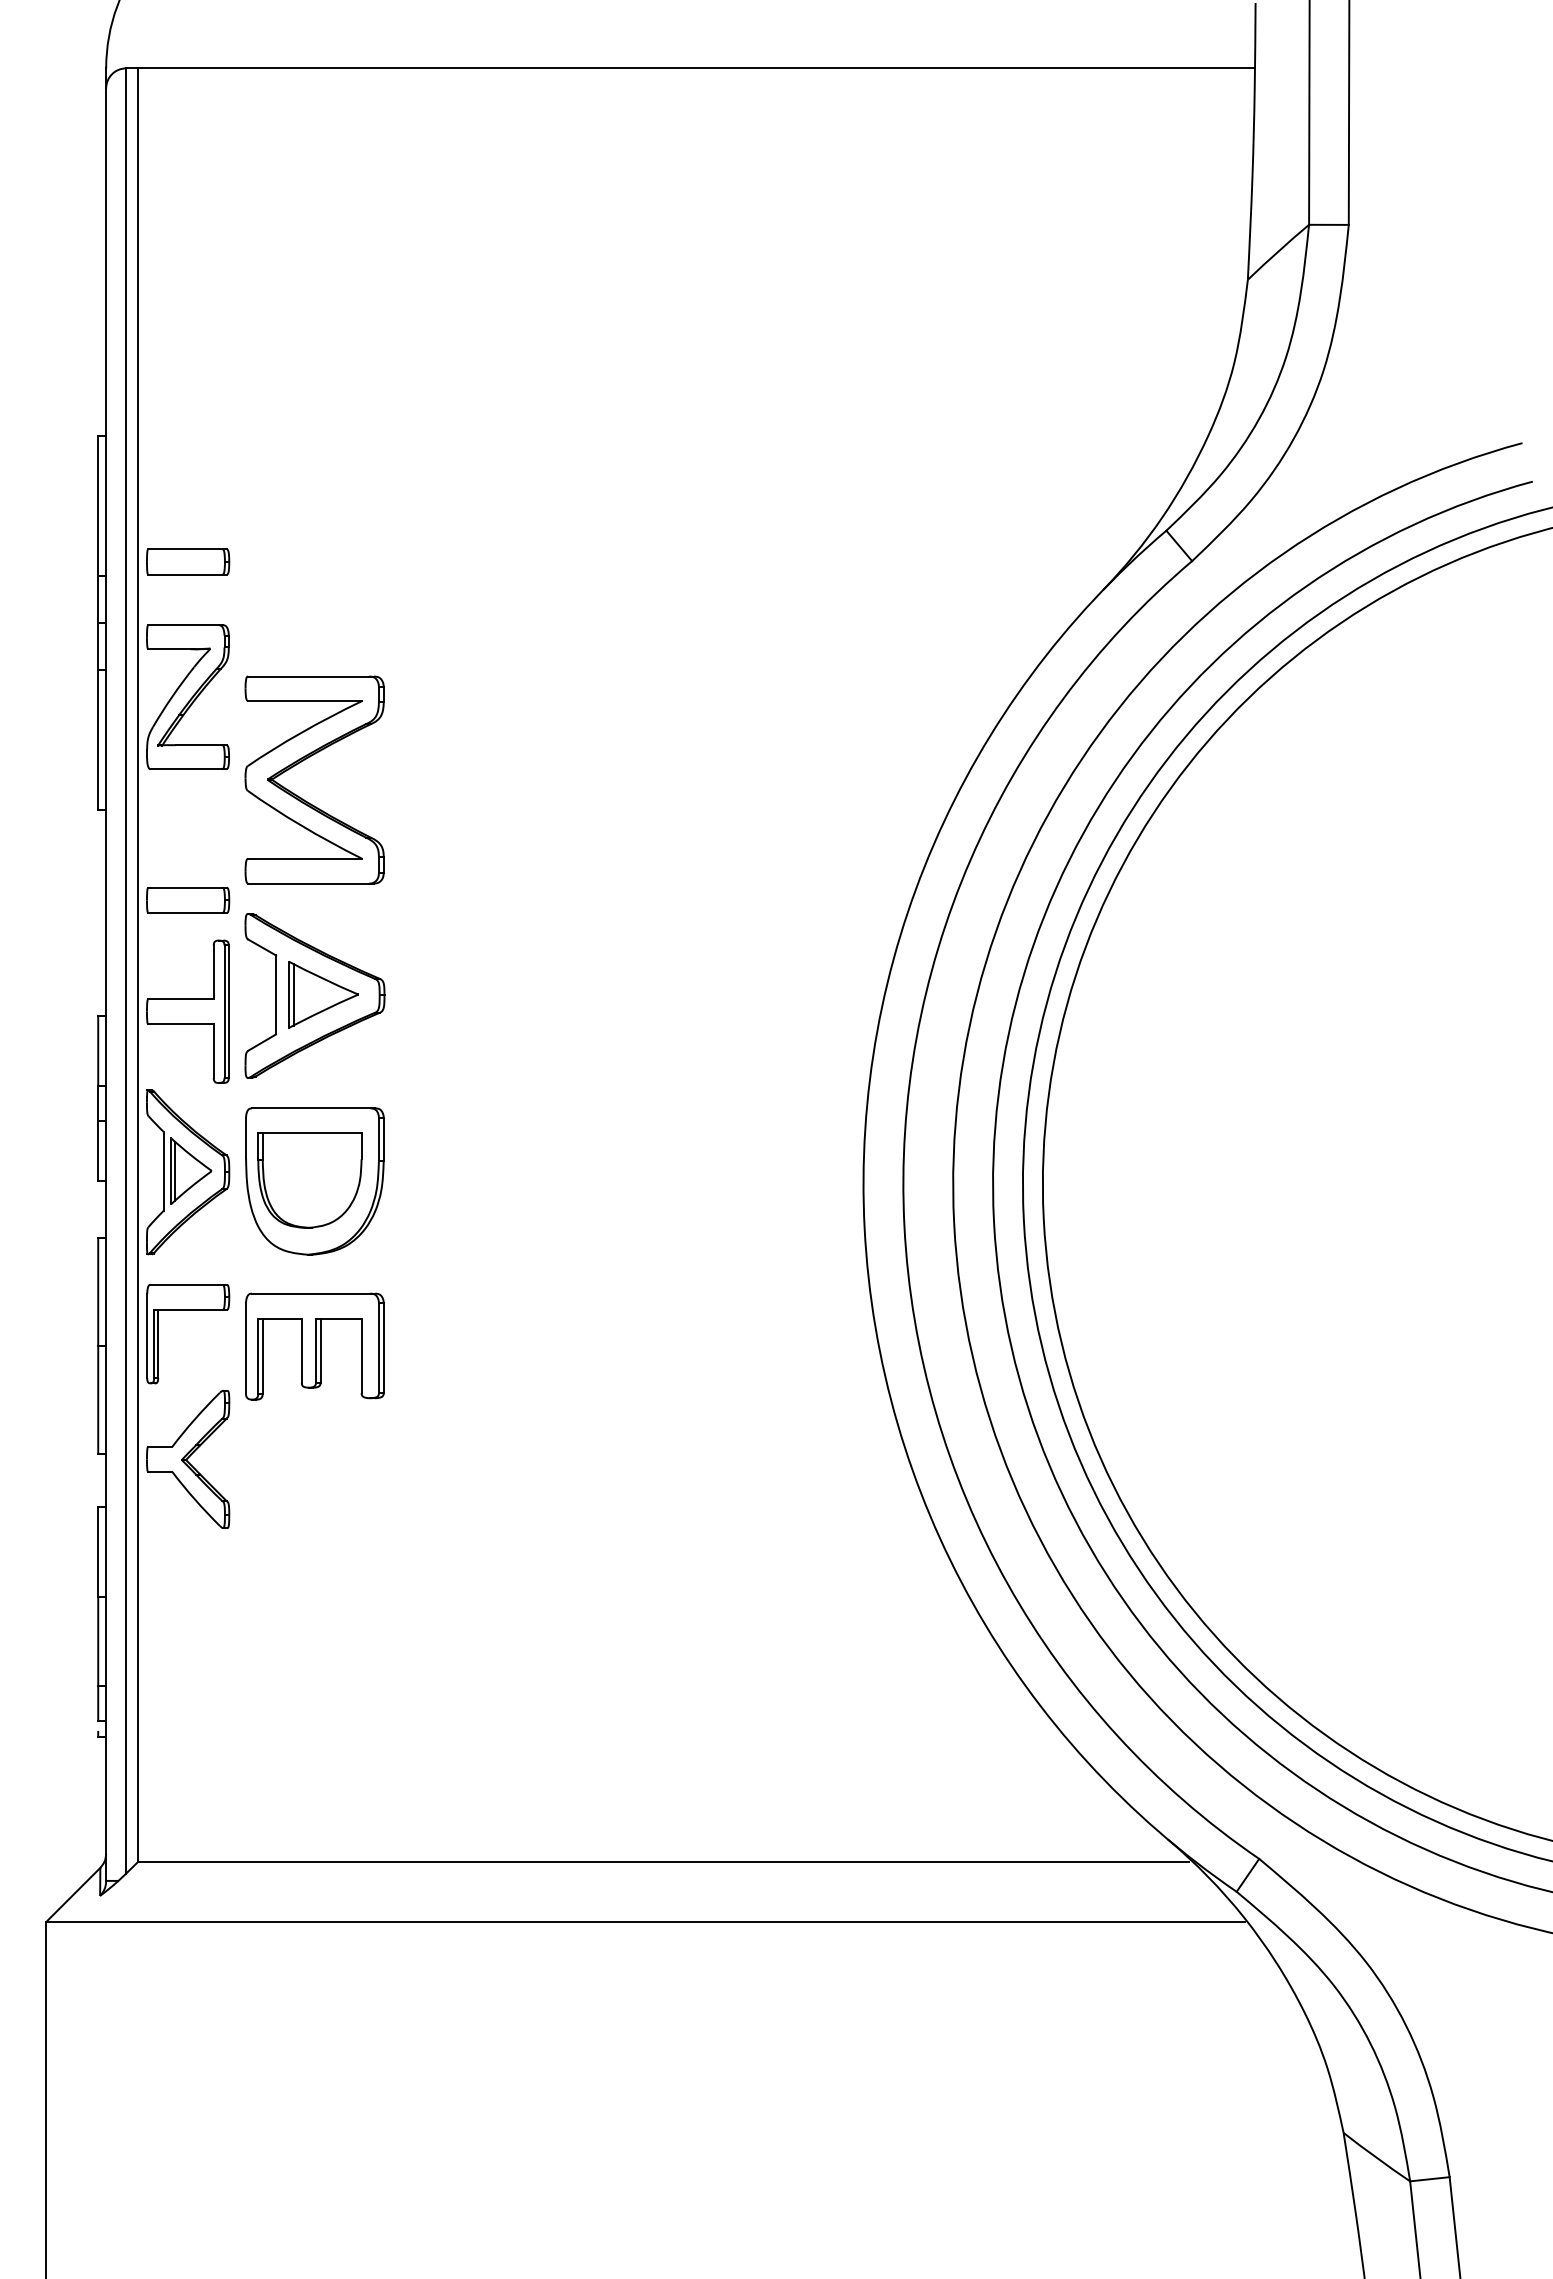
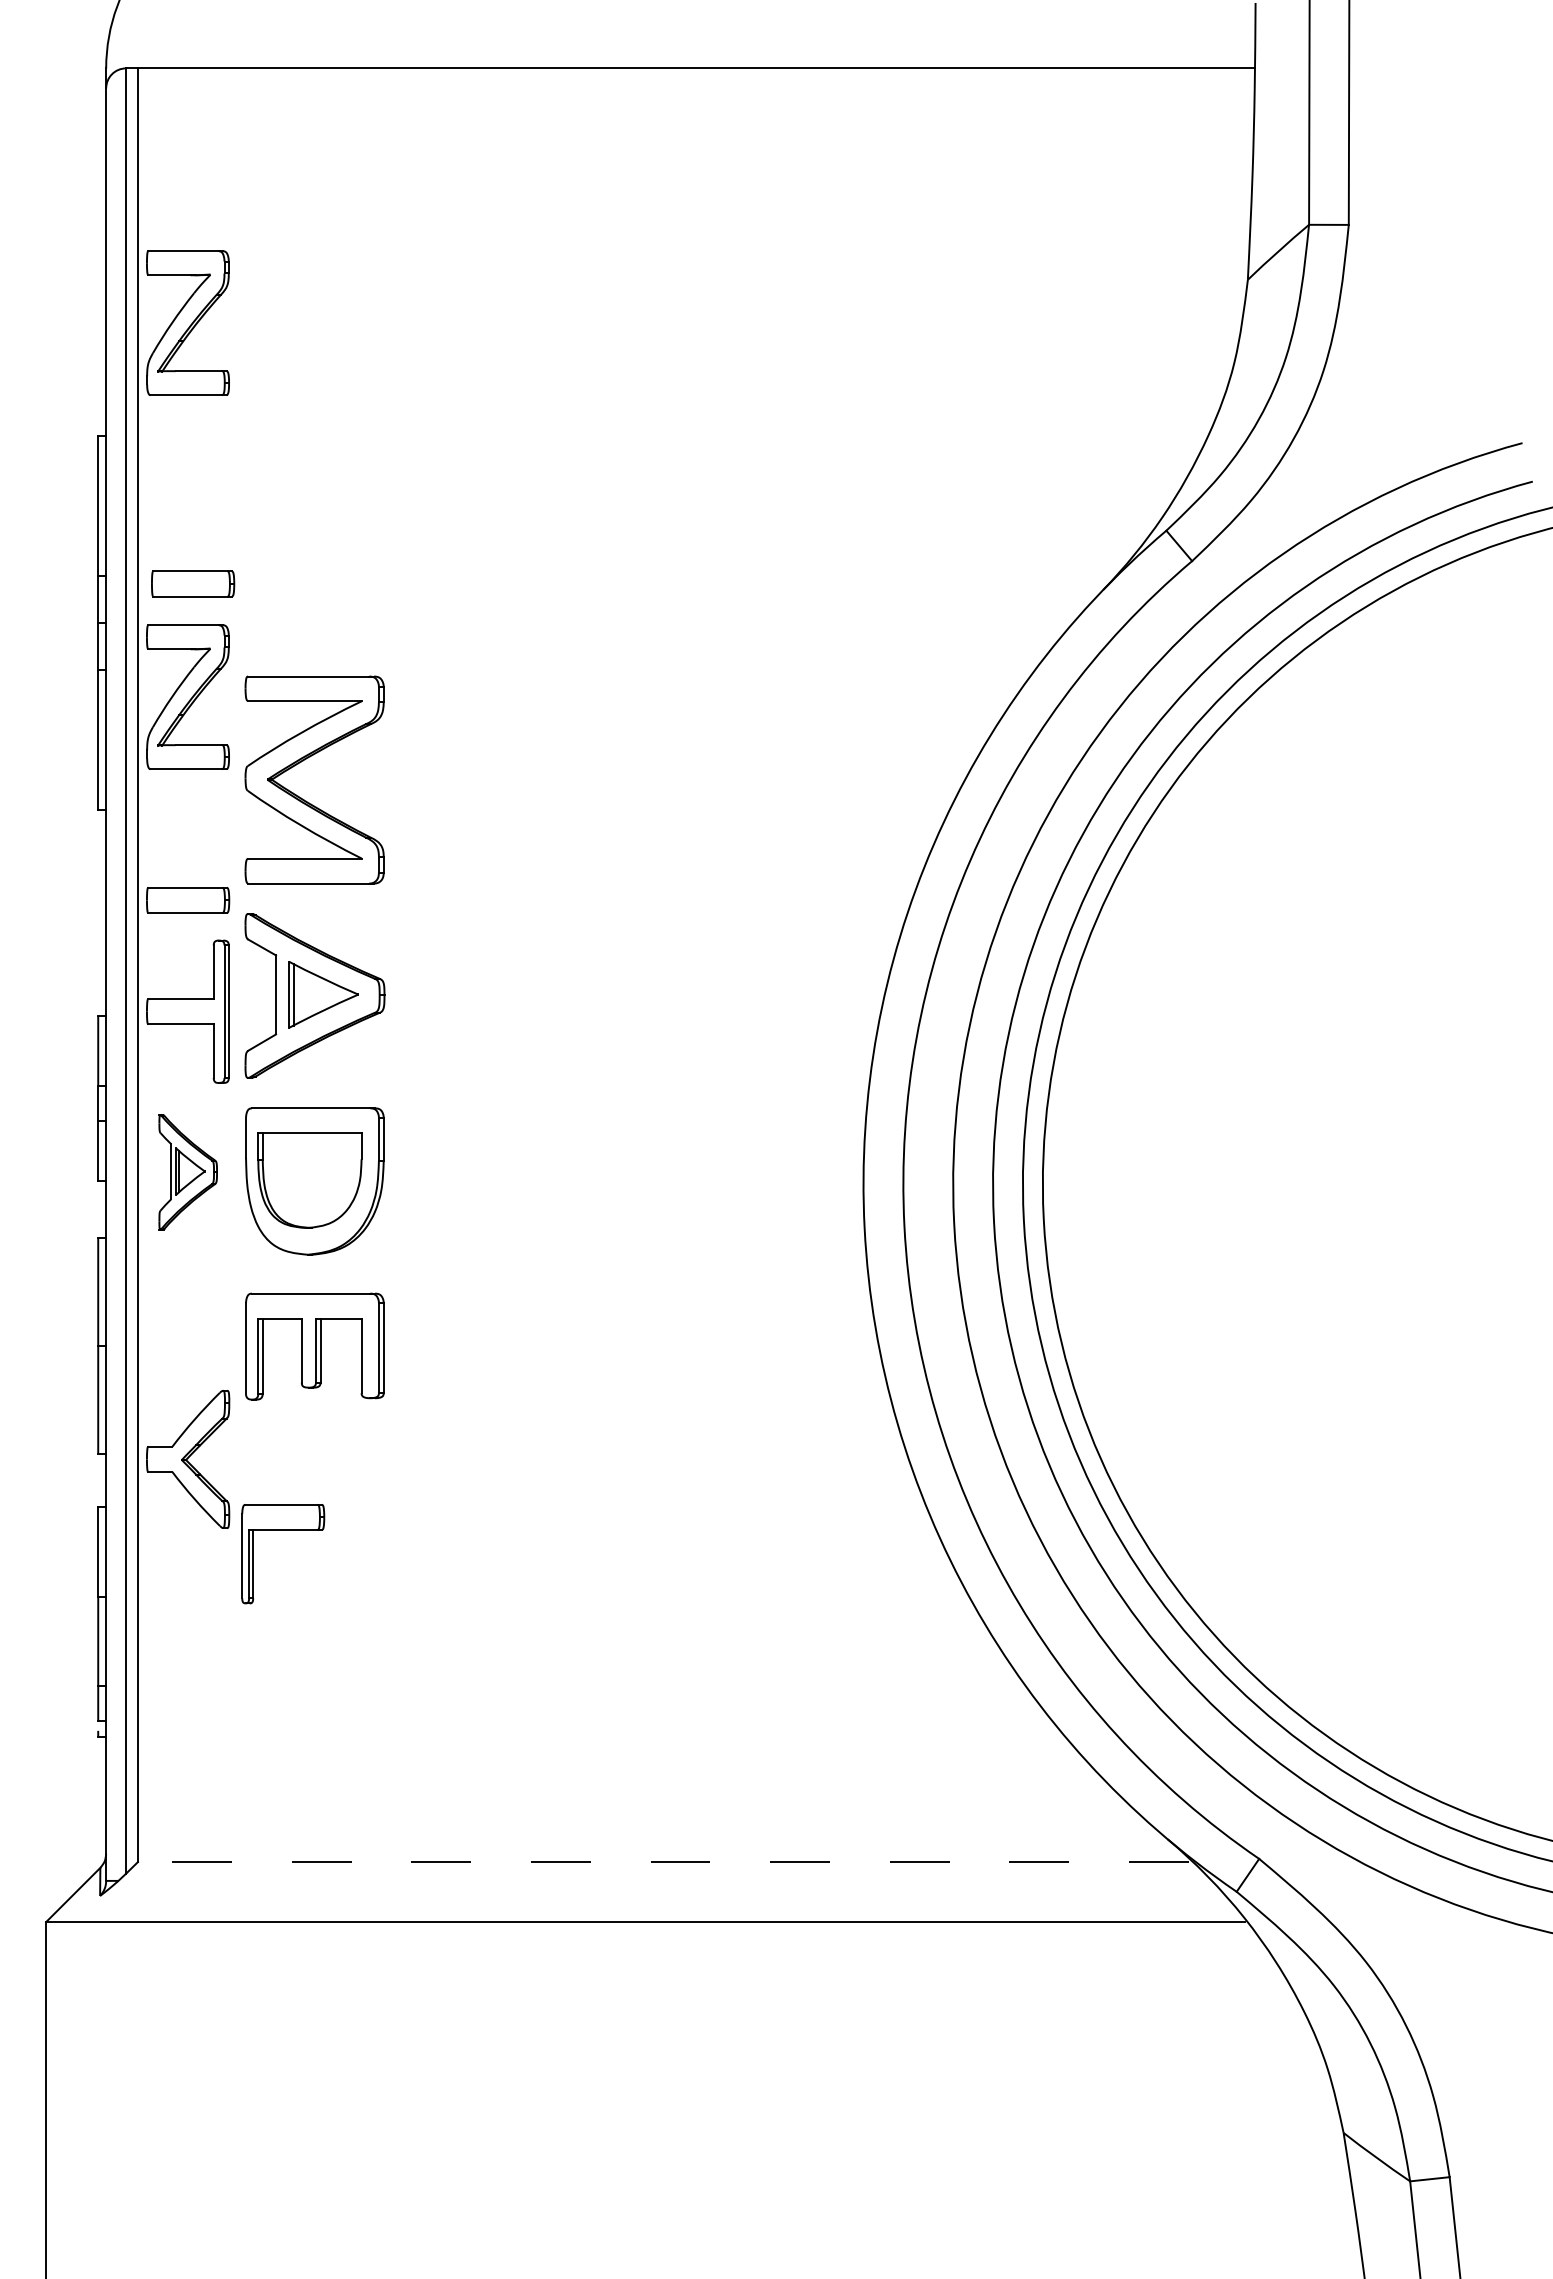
part at (187, 322): none -> present
part at (188, 561) position: (188, 561) -> (193, 583)
part at (188, 1172) size: 85x167 px -> 60x117 px
part at (188, 1310) position: (188, 1310) -> (283, 1530)
line at (662, 1862): solid -> dashed
